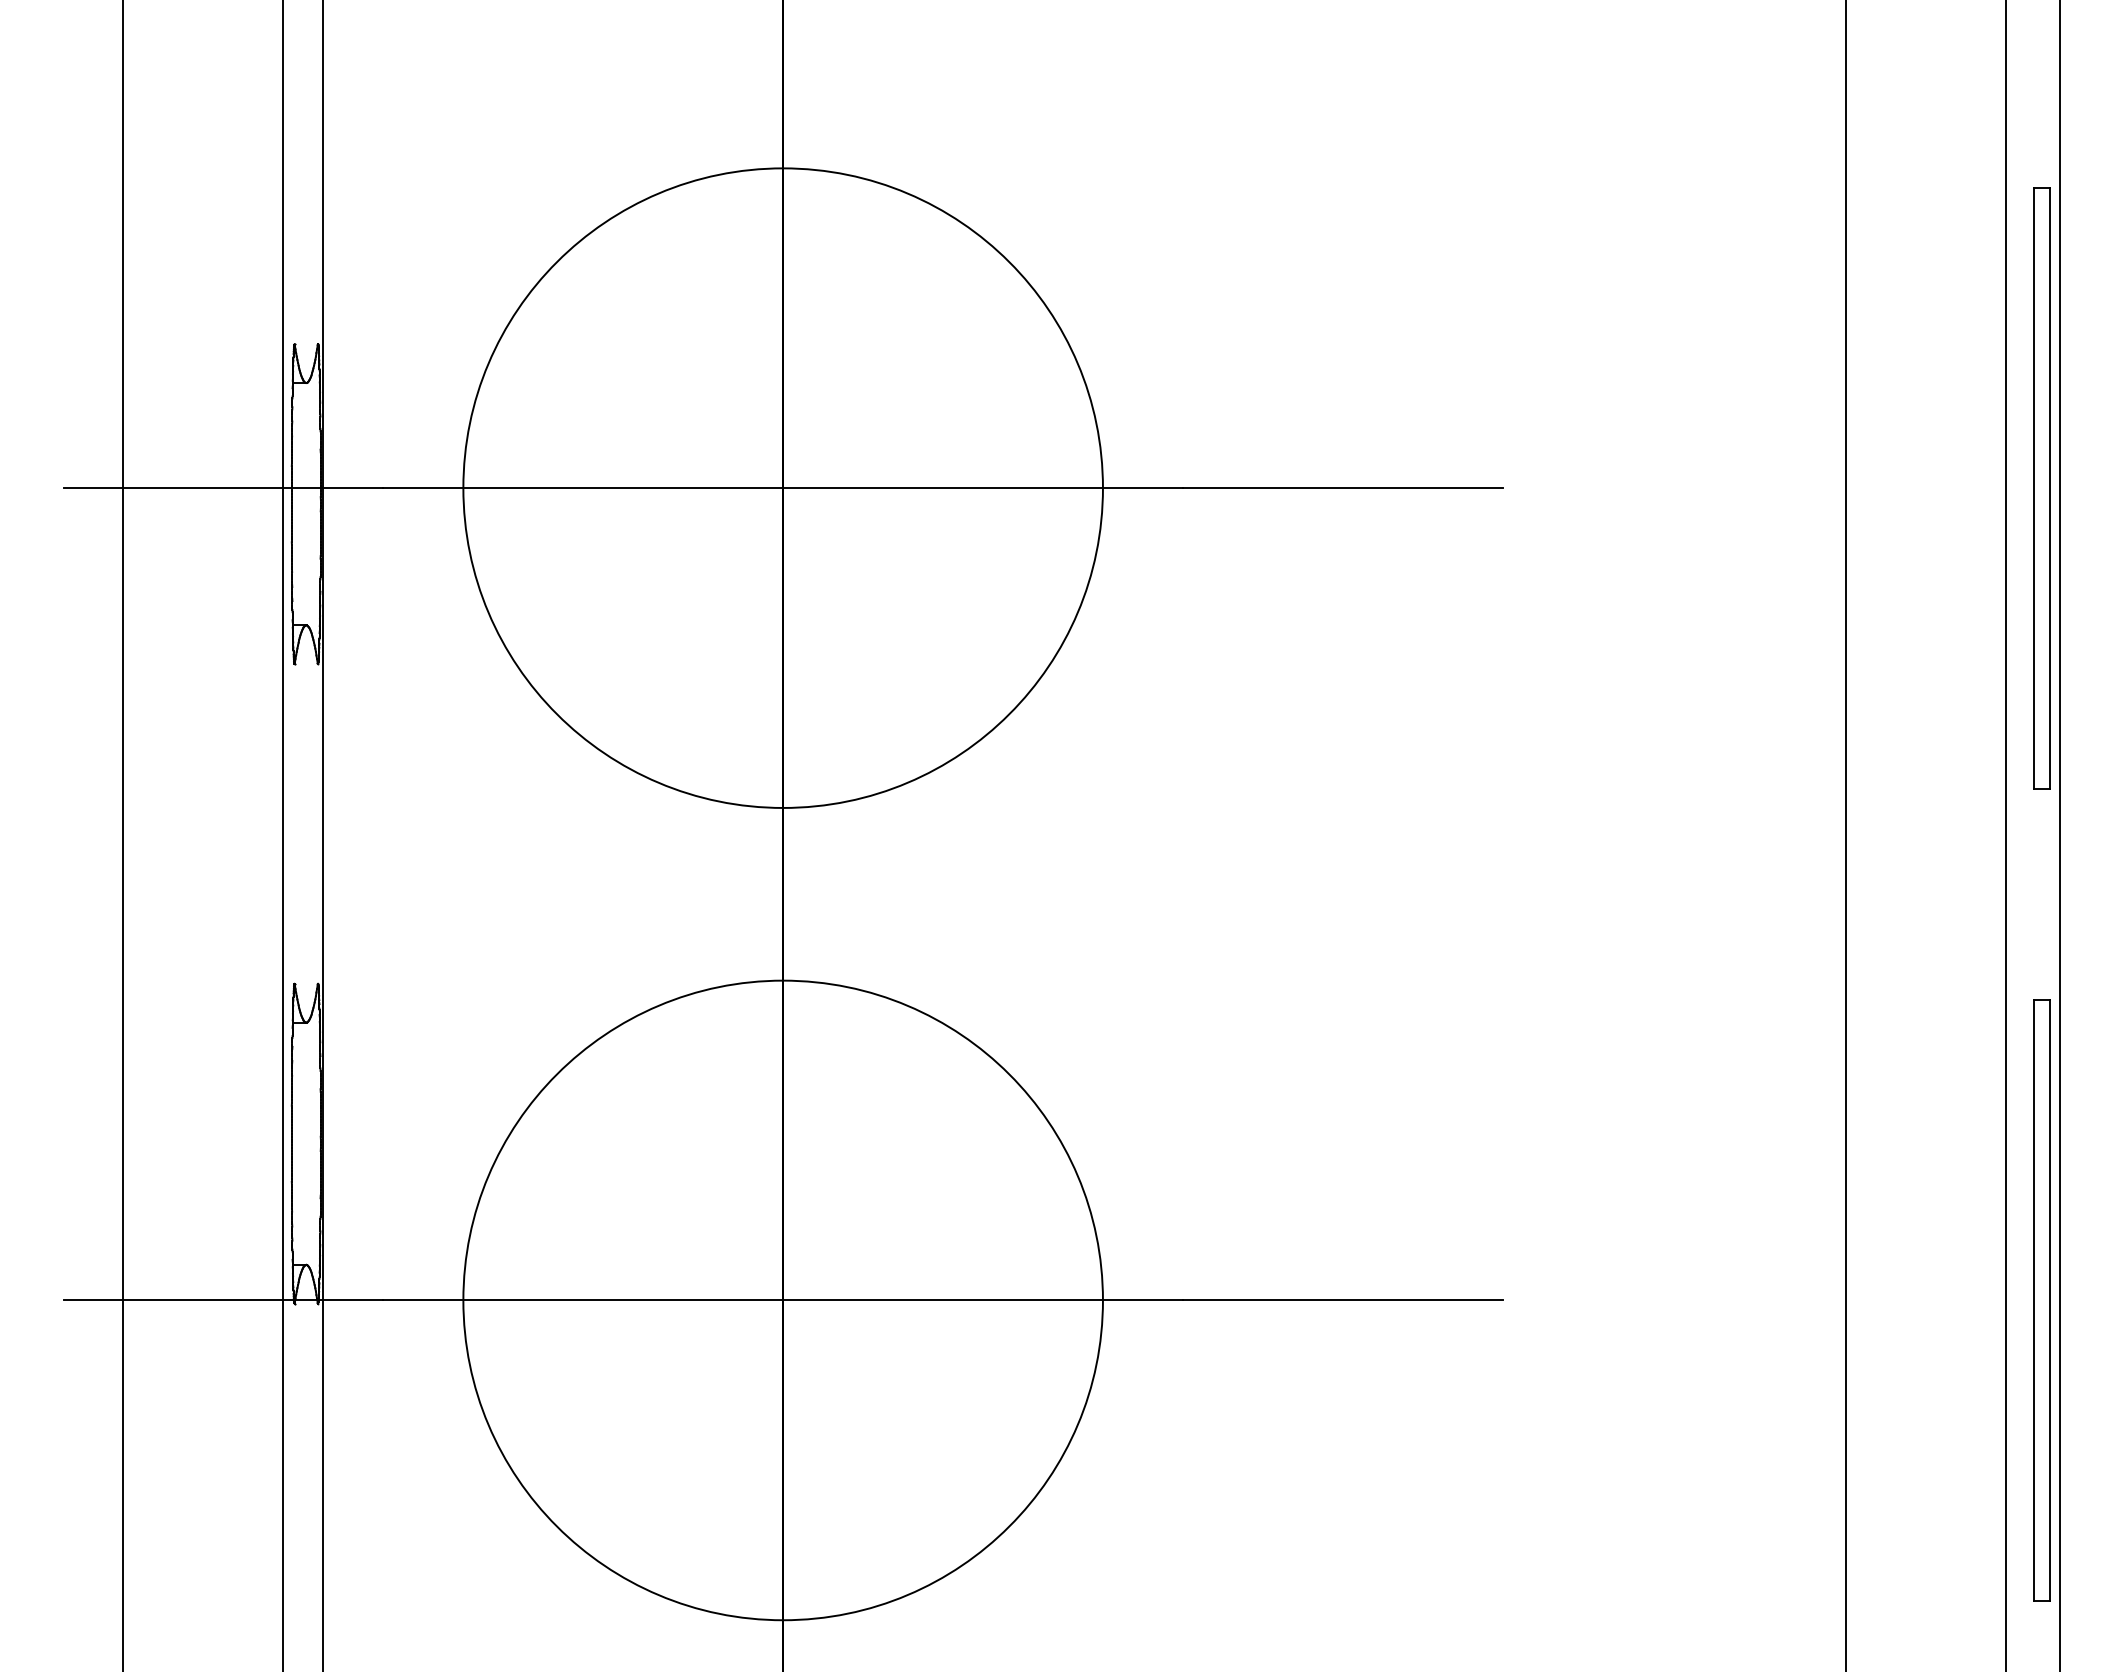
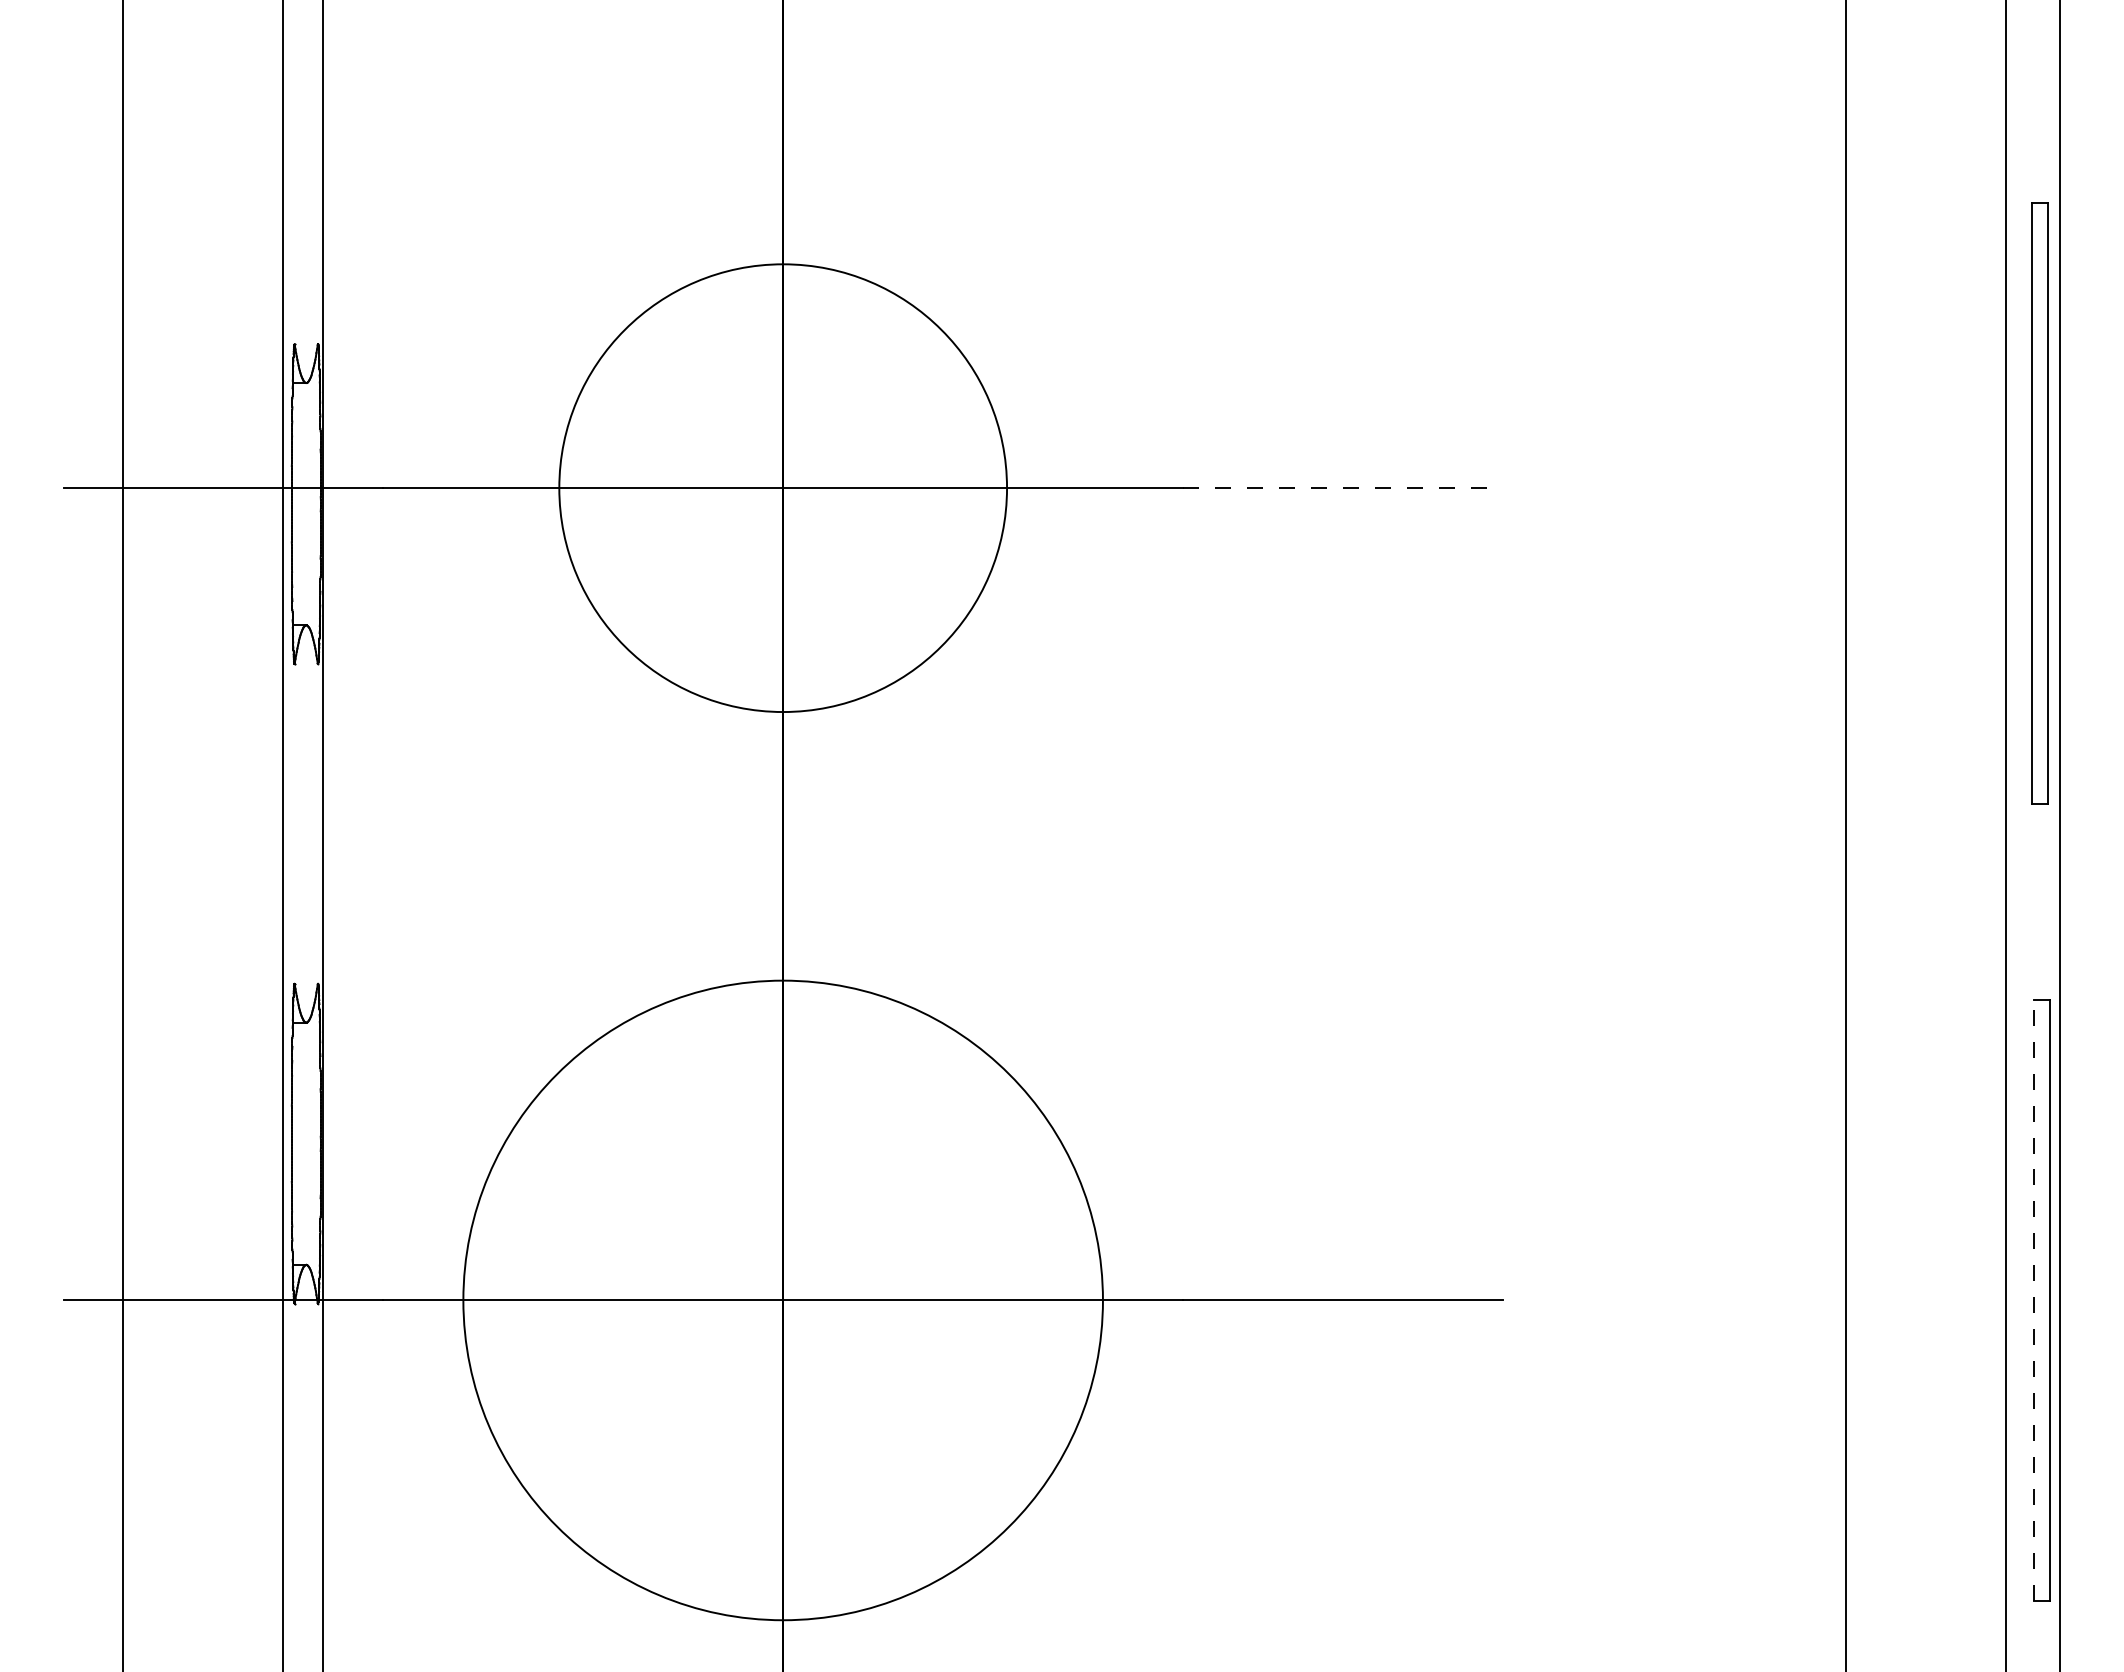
circle at (782, 487) diameter: 640 px -> 448 px
line at (1342, 488): solid -> dashed
part at (2041, 488) position: (2041, 488) -> (2039, 503)
line at (2034, 1300): solid -> dashed
